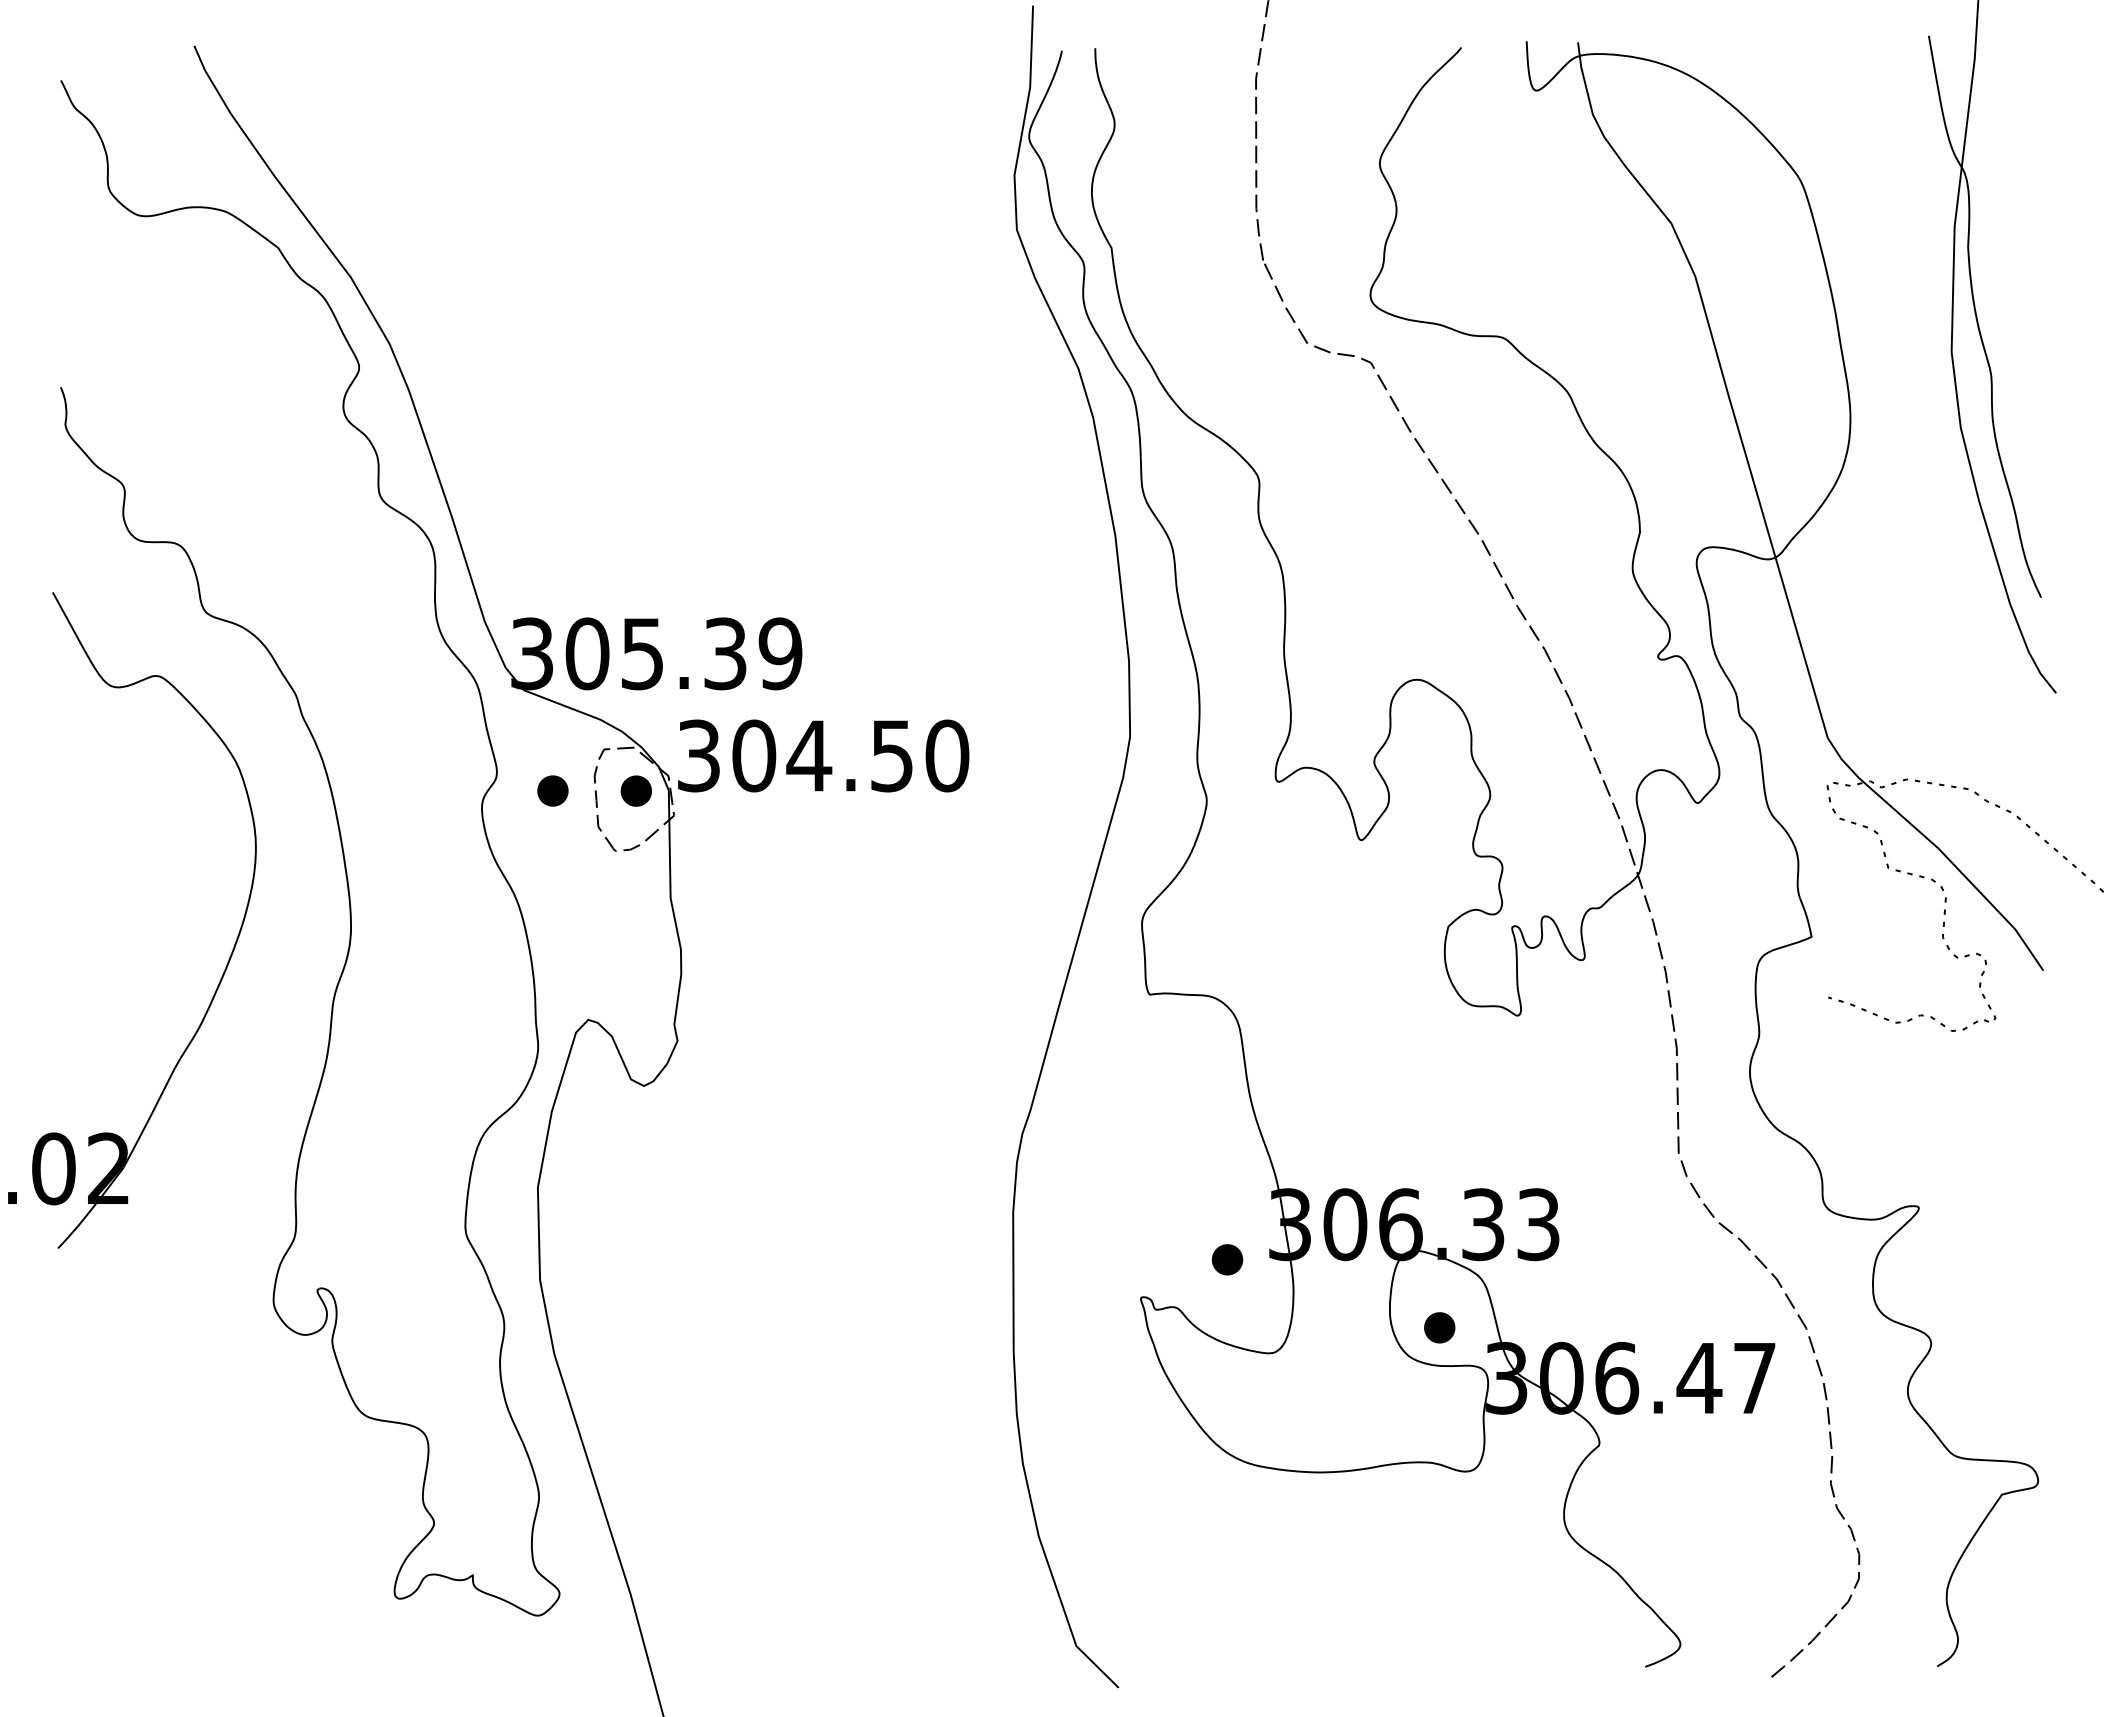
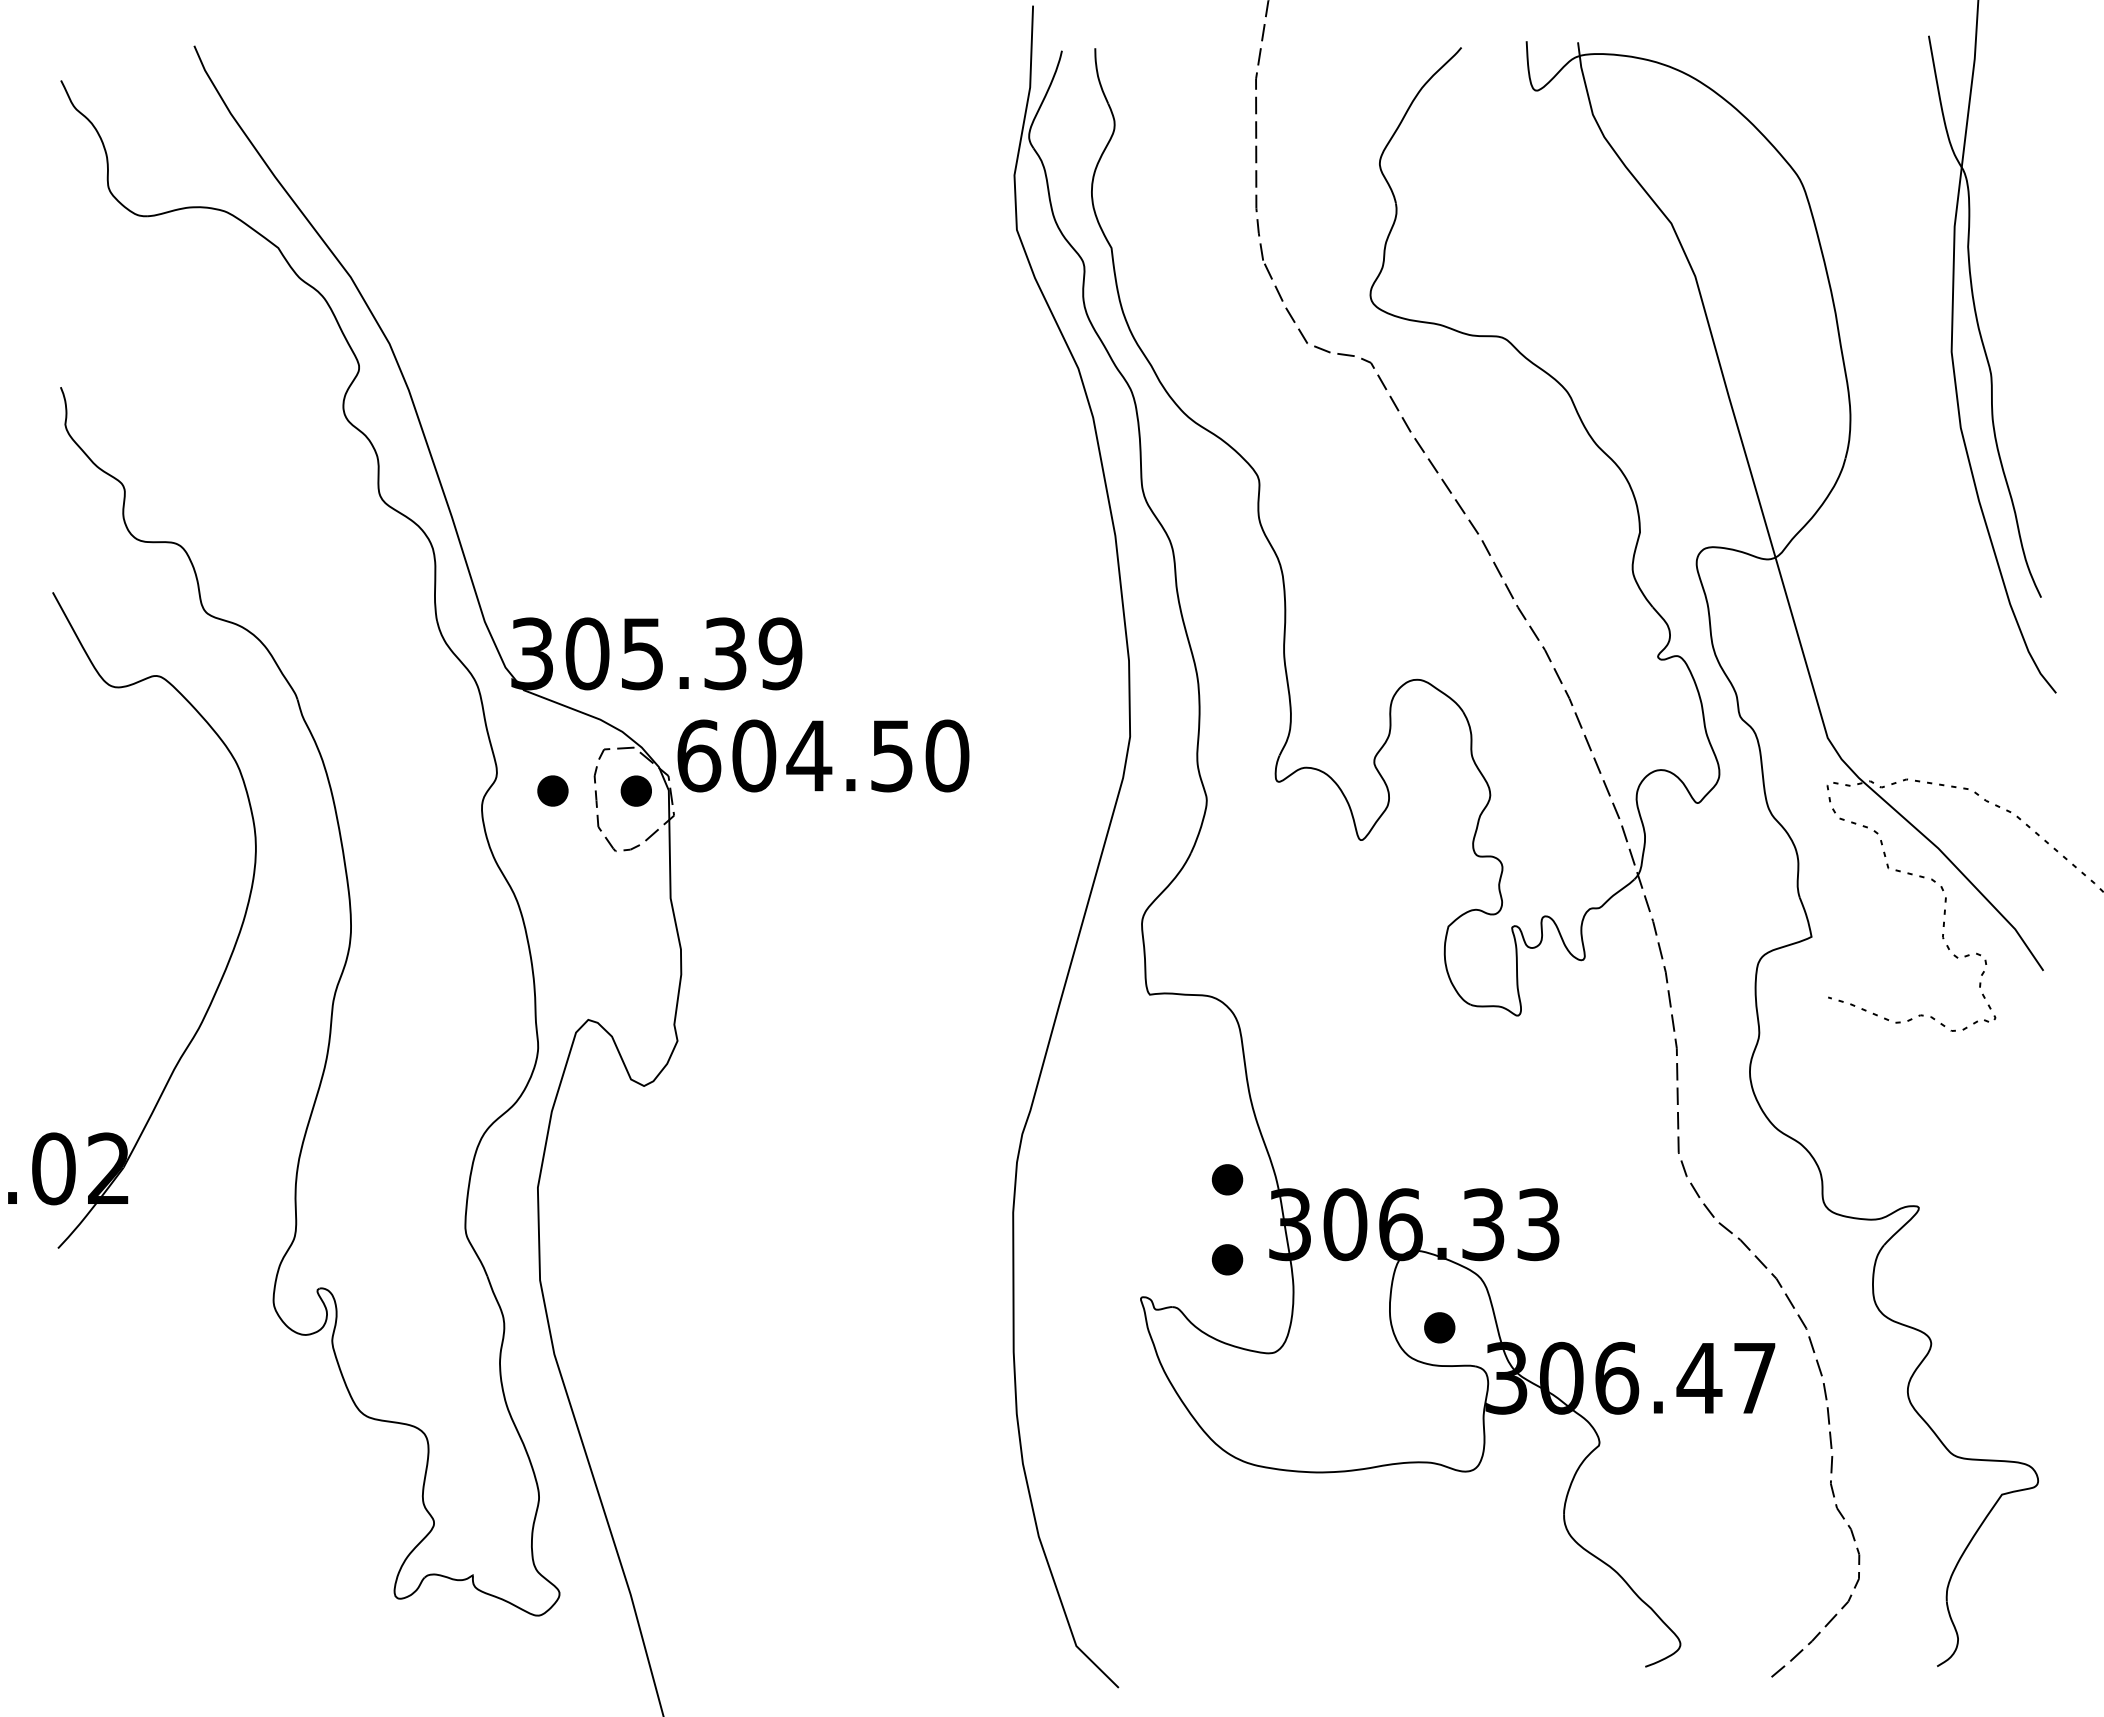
text at (699, 755): 304.50 -> 604.50
part at (1227, 1179): none -> present
